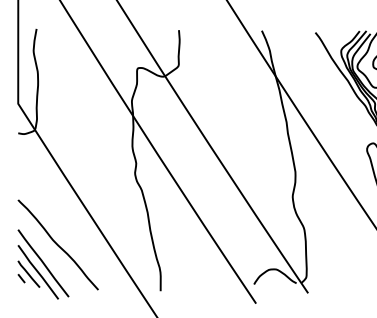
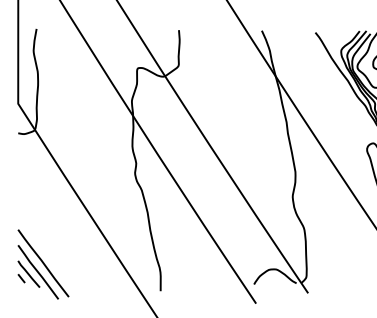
curve at (57, 244): present -> none
